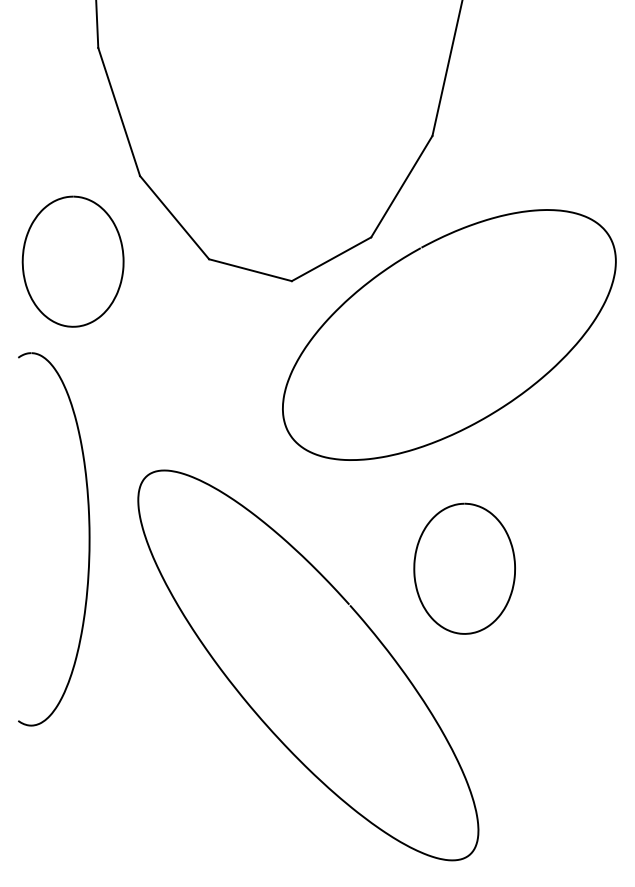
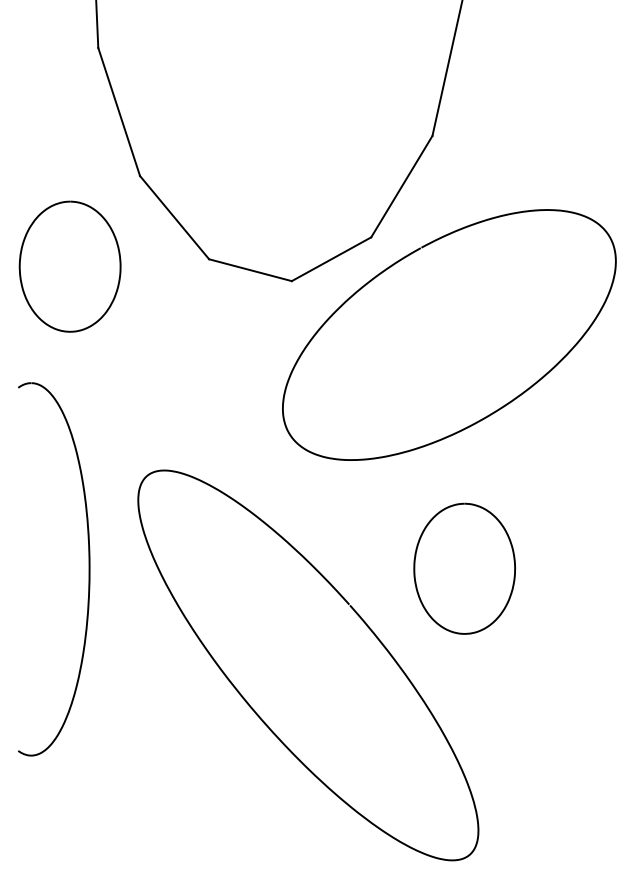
curve at (24, 253) position: (24, 253) -> (21, 258)
part at (88, 539) position: (88, 539) -> (88, 569)
